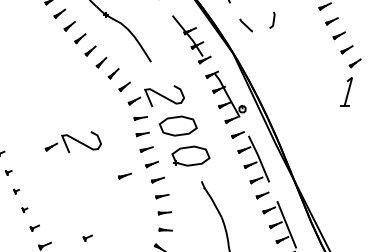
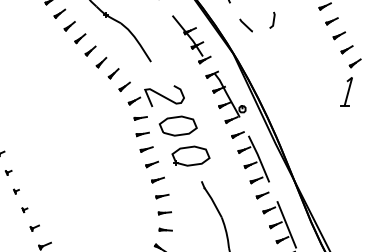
part at (72, 142): present -> none
part at (124, 175): present -> none
part at (87, 237): present -> none
